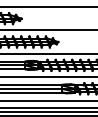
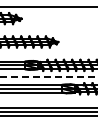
line at (48, 30): present -> none
line at (48, 53): present -> none
line at (48, 77): solid -> dashed
line at (48, 100): present -> none
